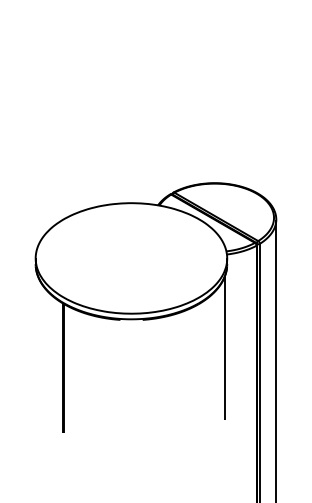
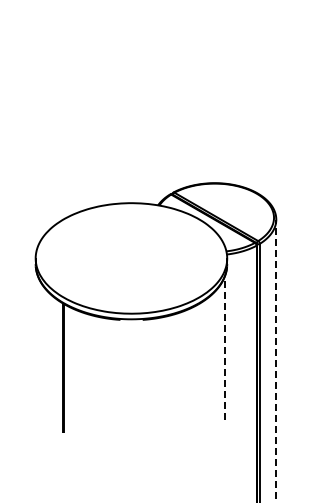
line at (224, 348): solid -> dashed
line at (276, 360): solid -> dashed
